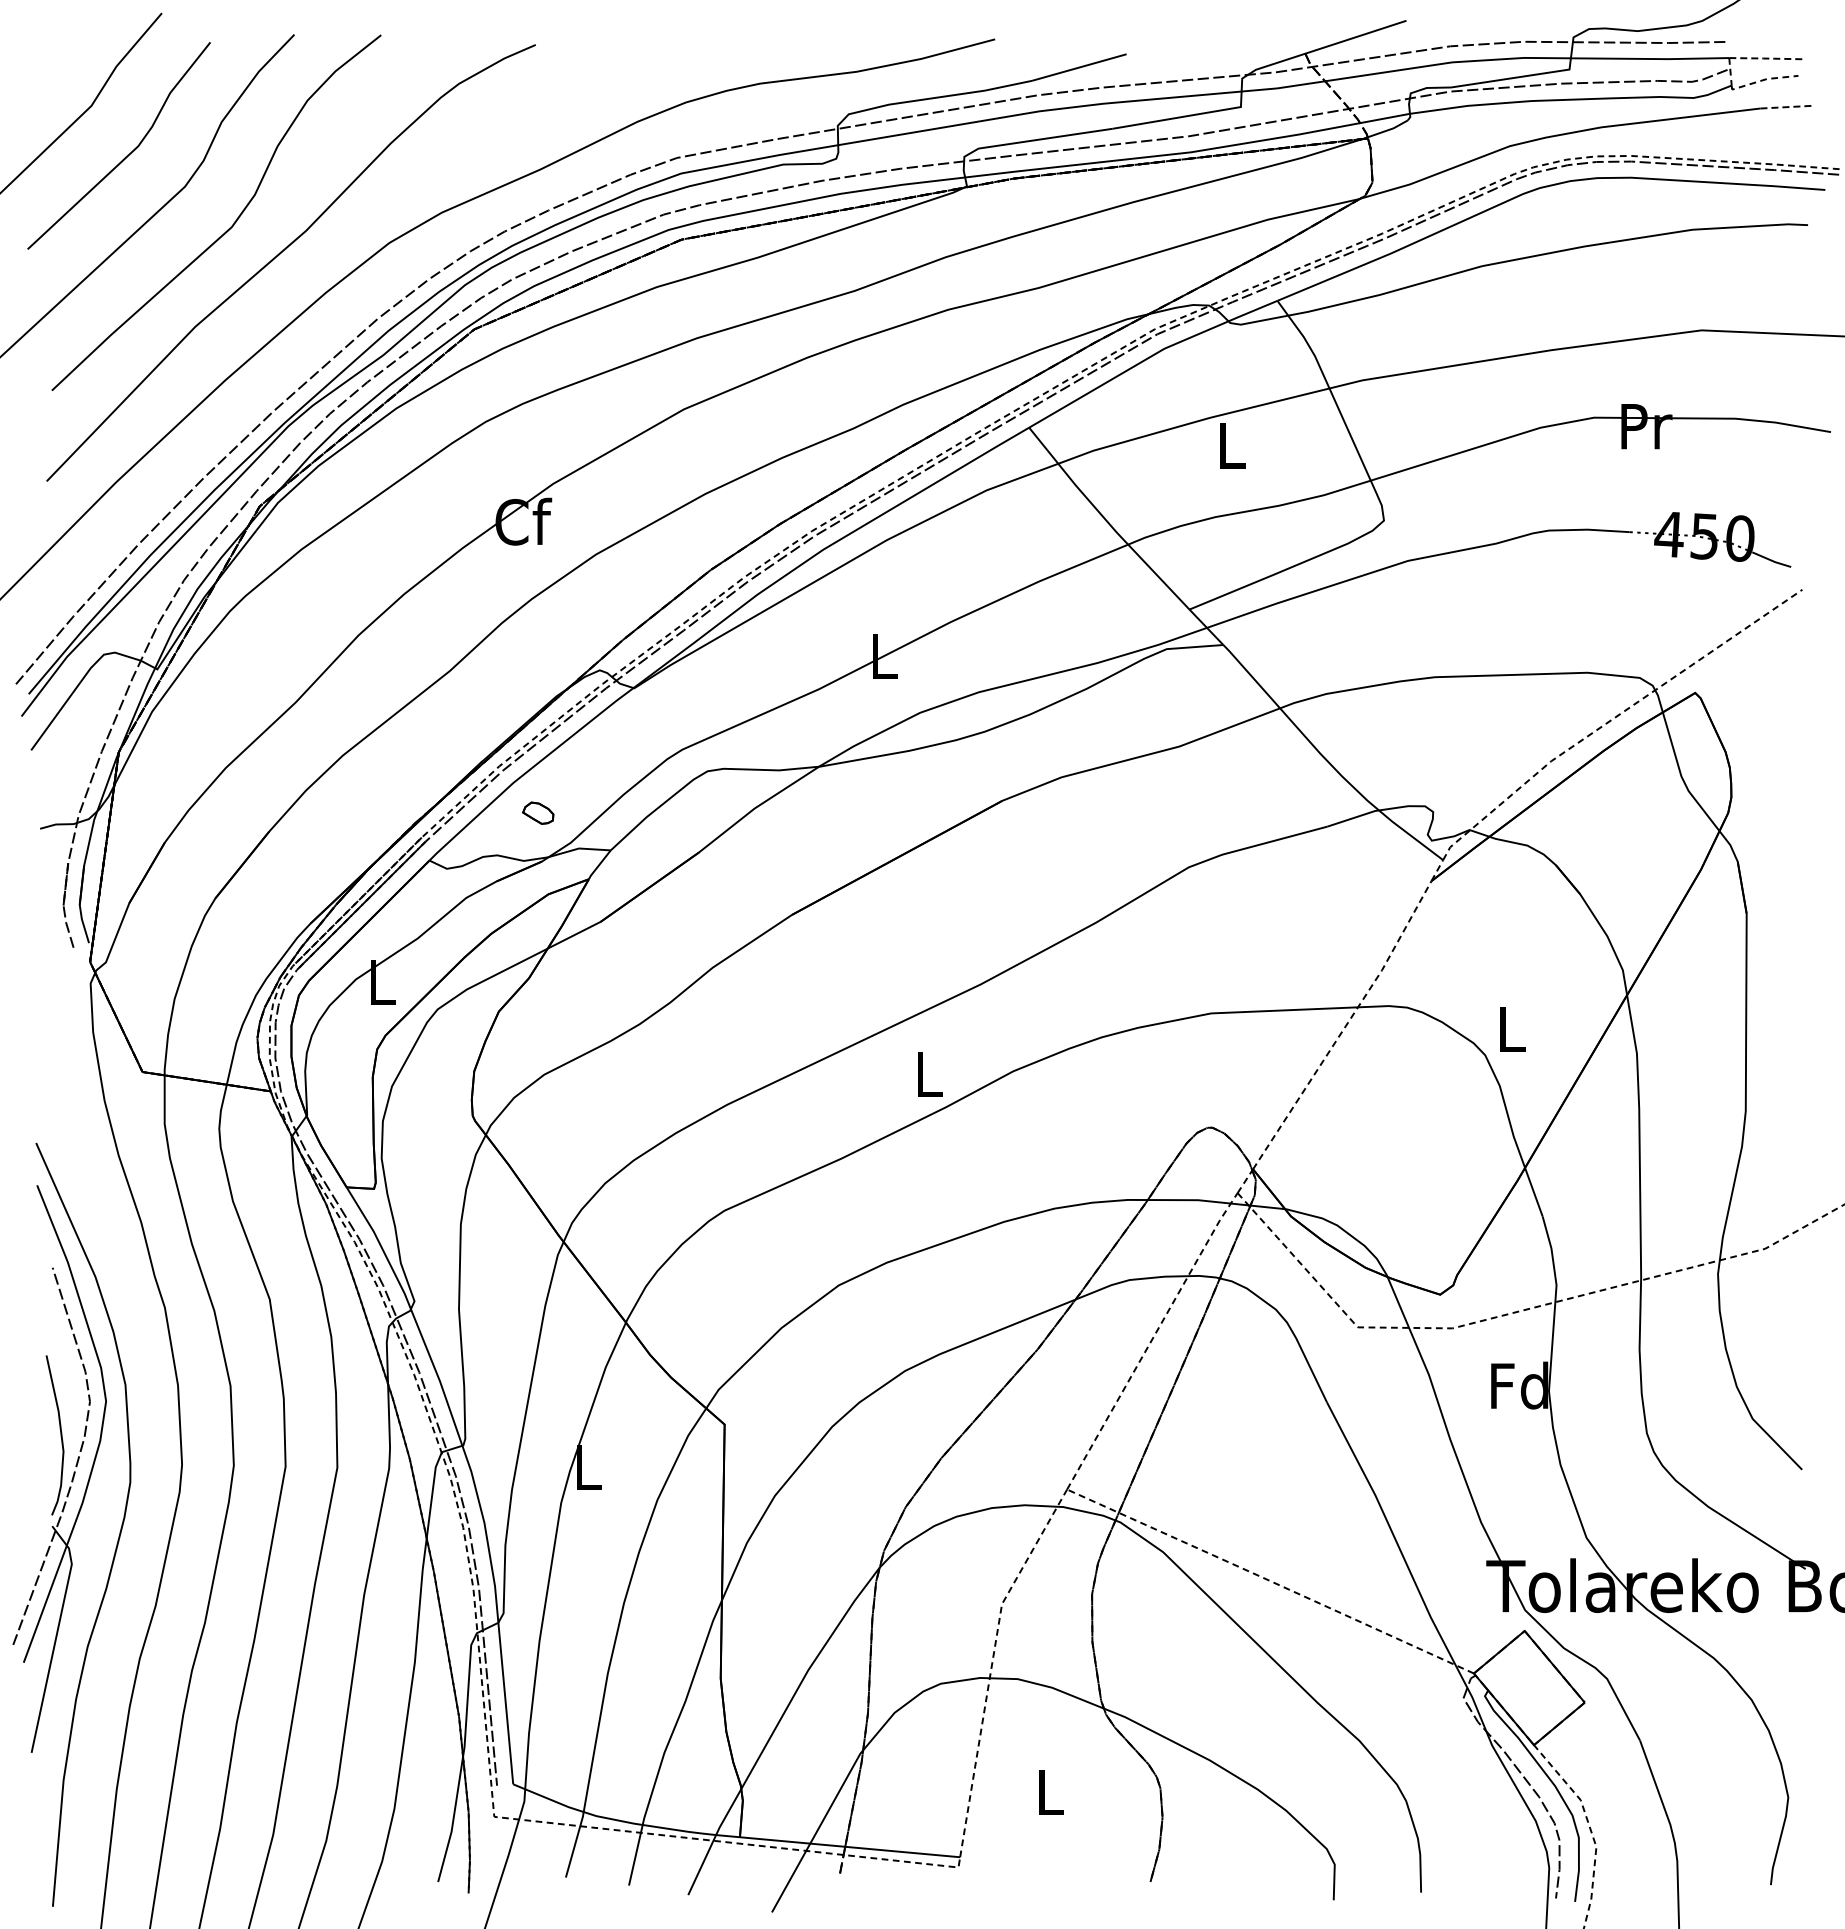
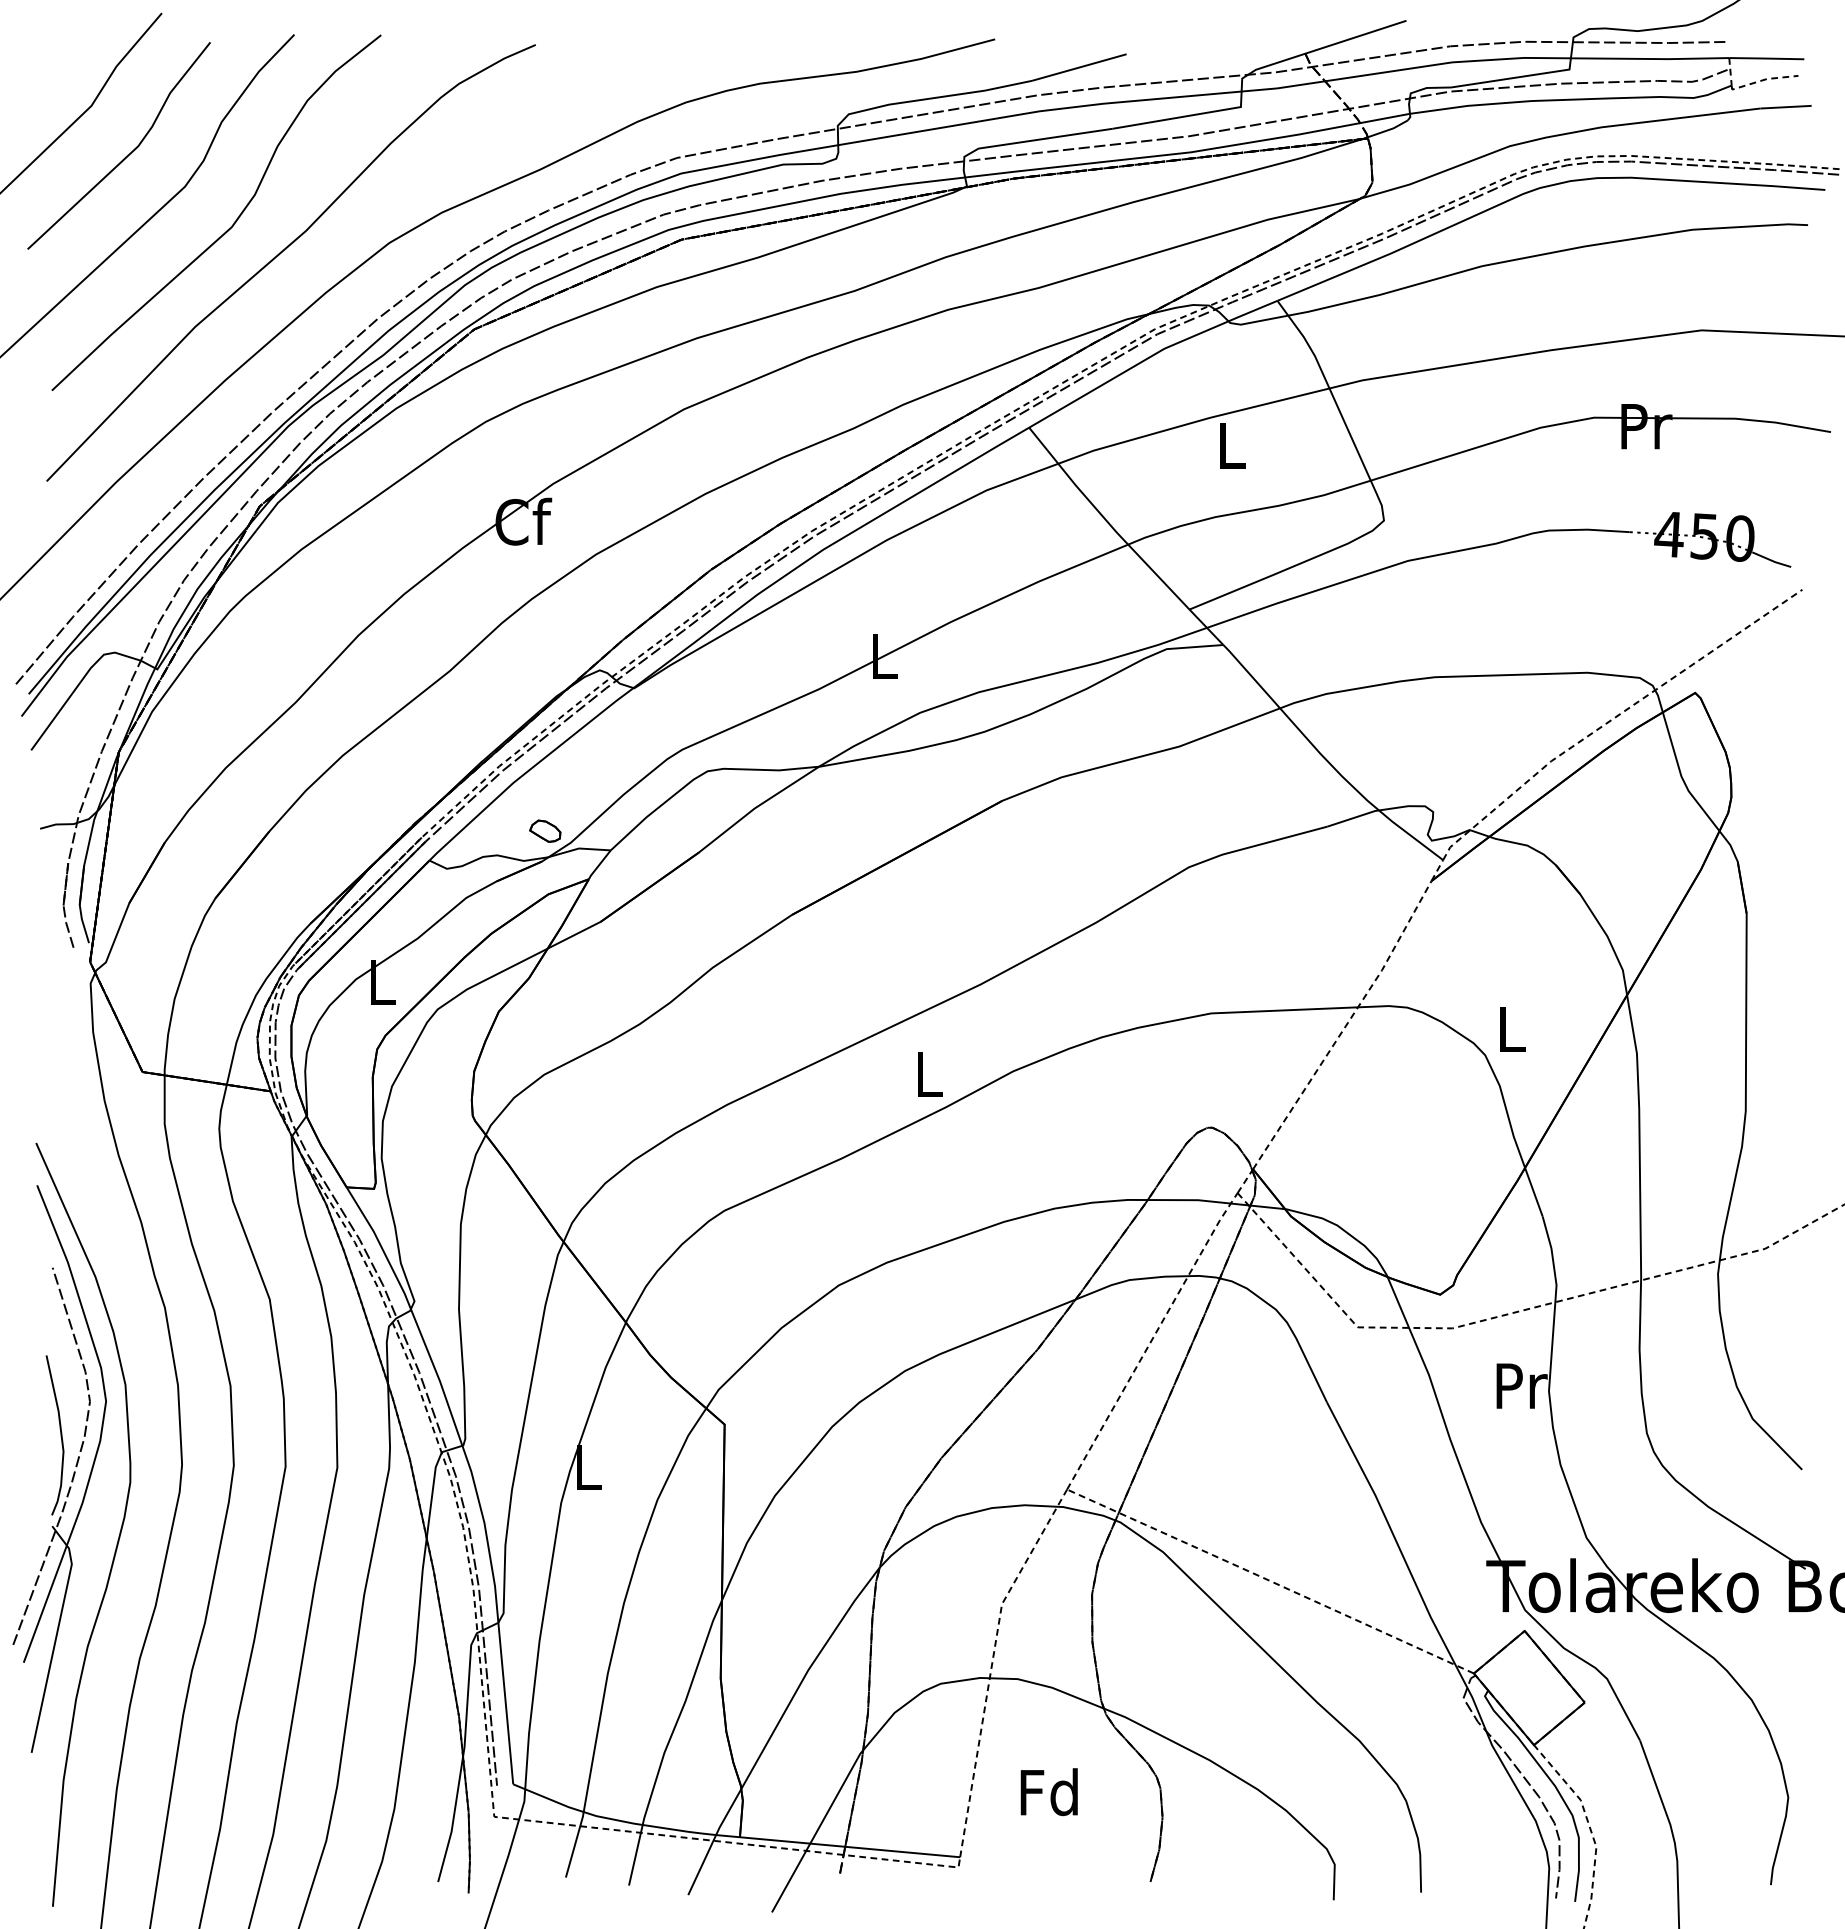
line at (1767, 58): dashed -> solid
line at (1786, 107): dashed -> solid
part at (538, 812) position: (538, 812) -> (545, 830)
text at (1519, 1385): Fd -> Pr
text at (1048, 1792): L -> Fd
